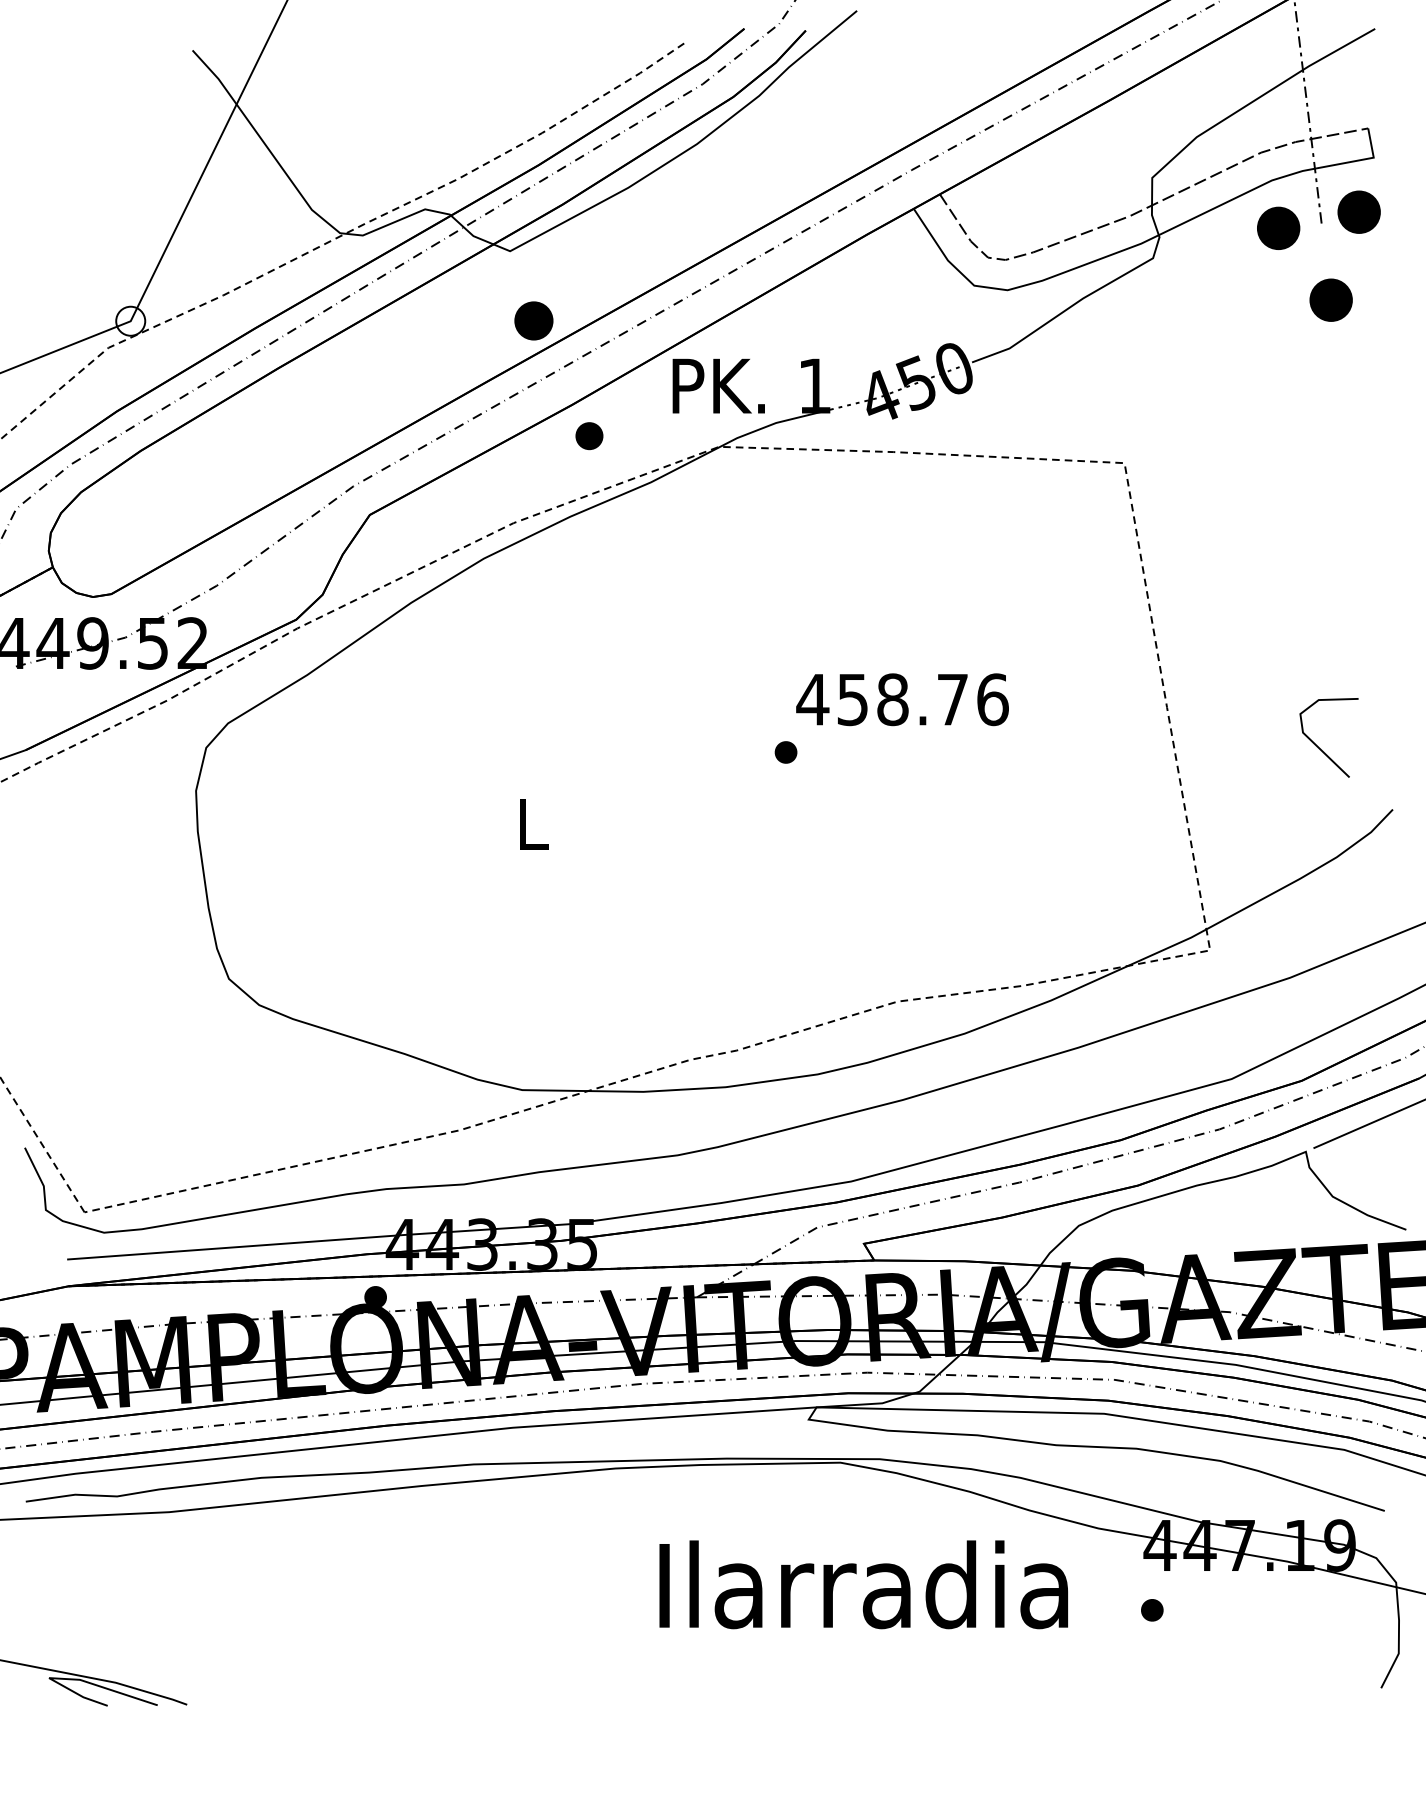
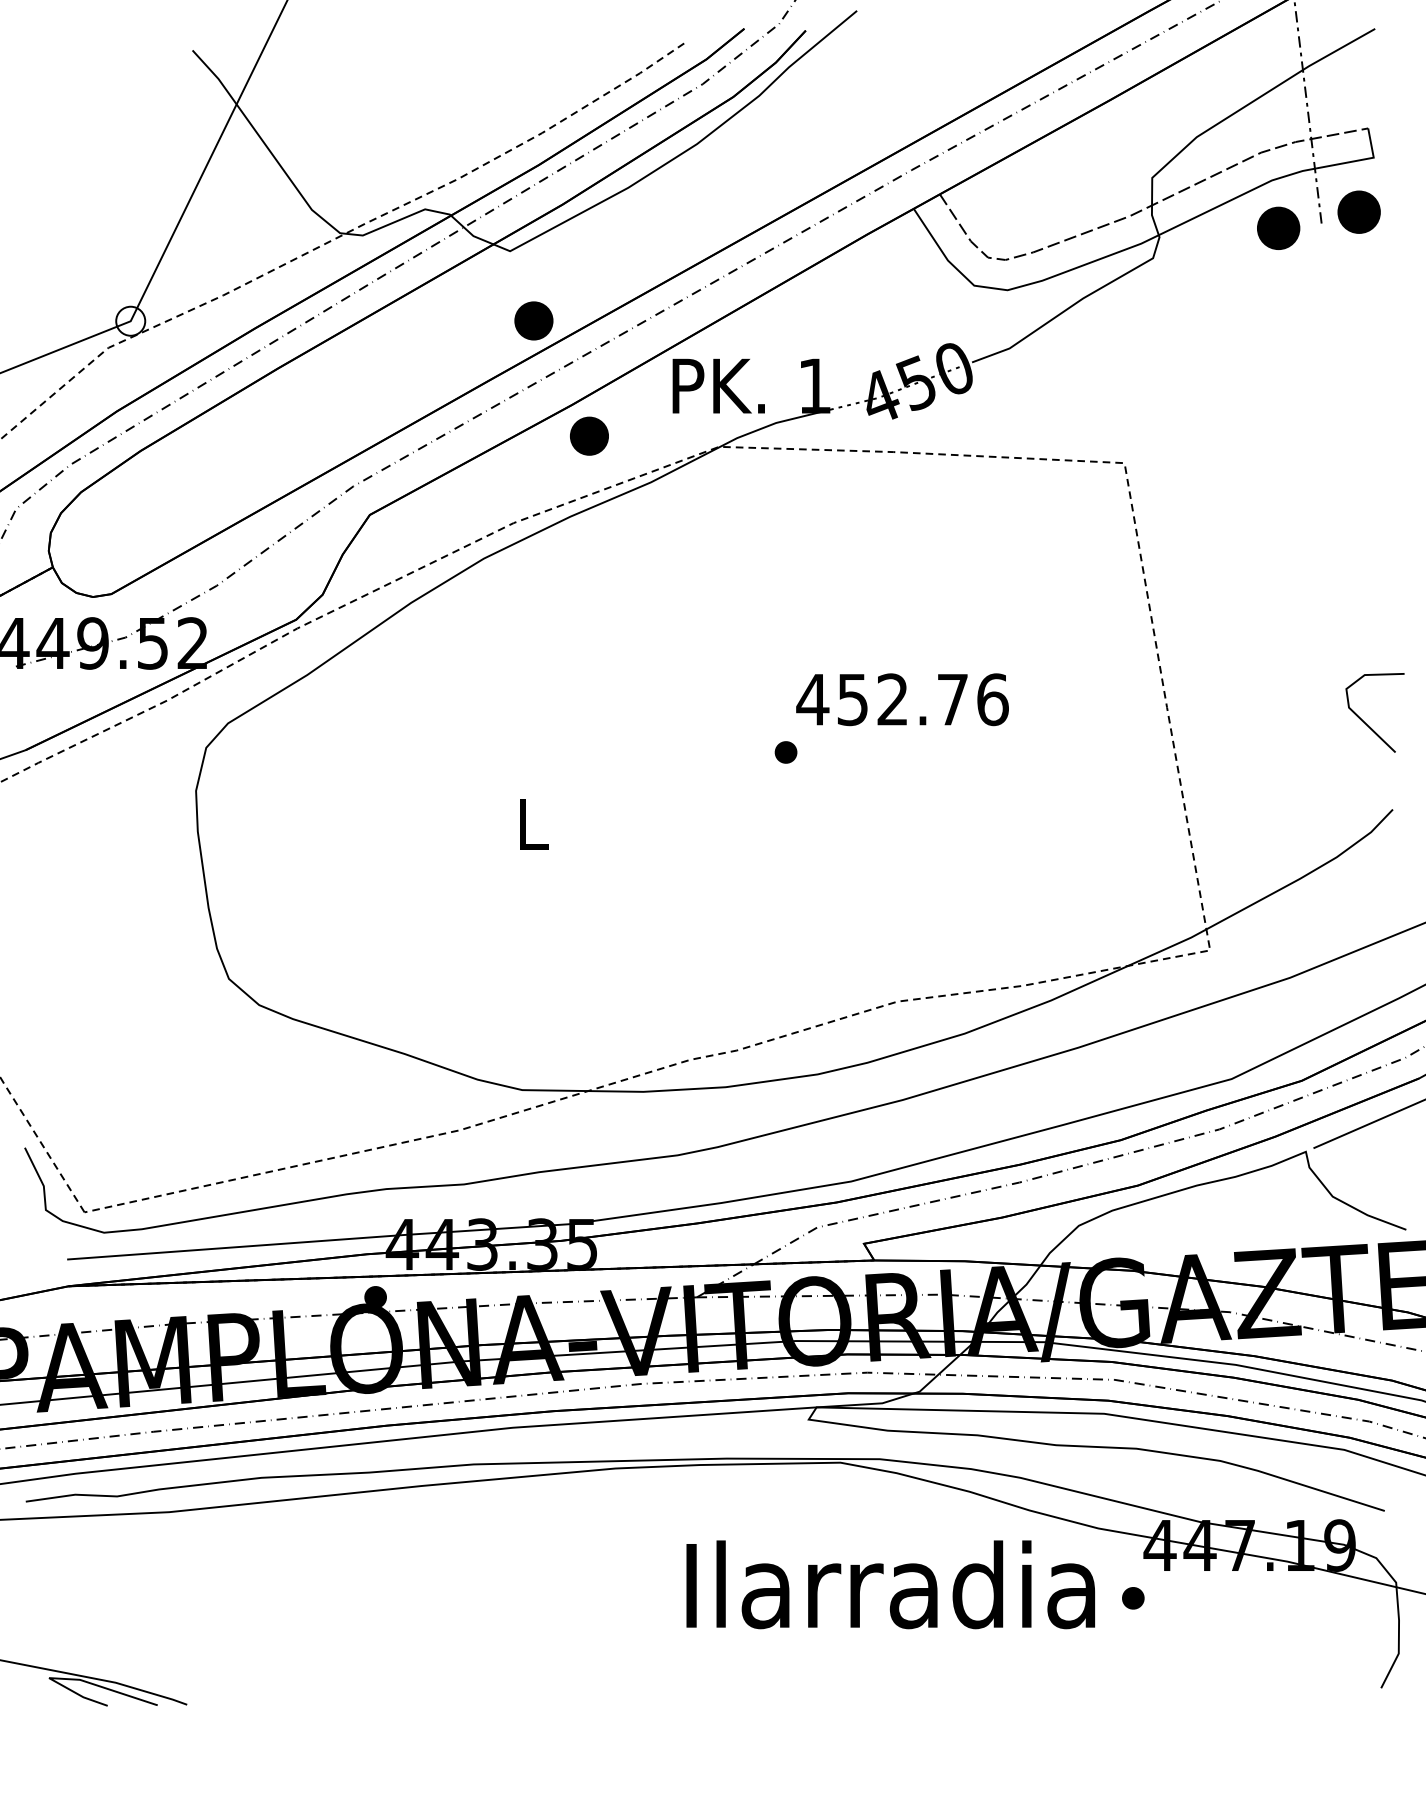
part at (1330, 299): present -> none
part at (589, 436) size: 29x29 px -> 39x40 px
text at (892, 699): 458.76 -> 452.76
line at (1318, 746) position: (1318, 746) -> (1364, 721)
text at (863, 1584) position: (863, 1584) -> (890, 1584)
part at (1152, 1610) position: (1152, 1610) -> (1133, 1598)
